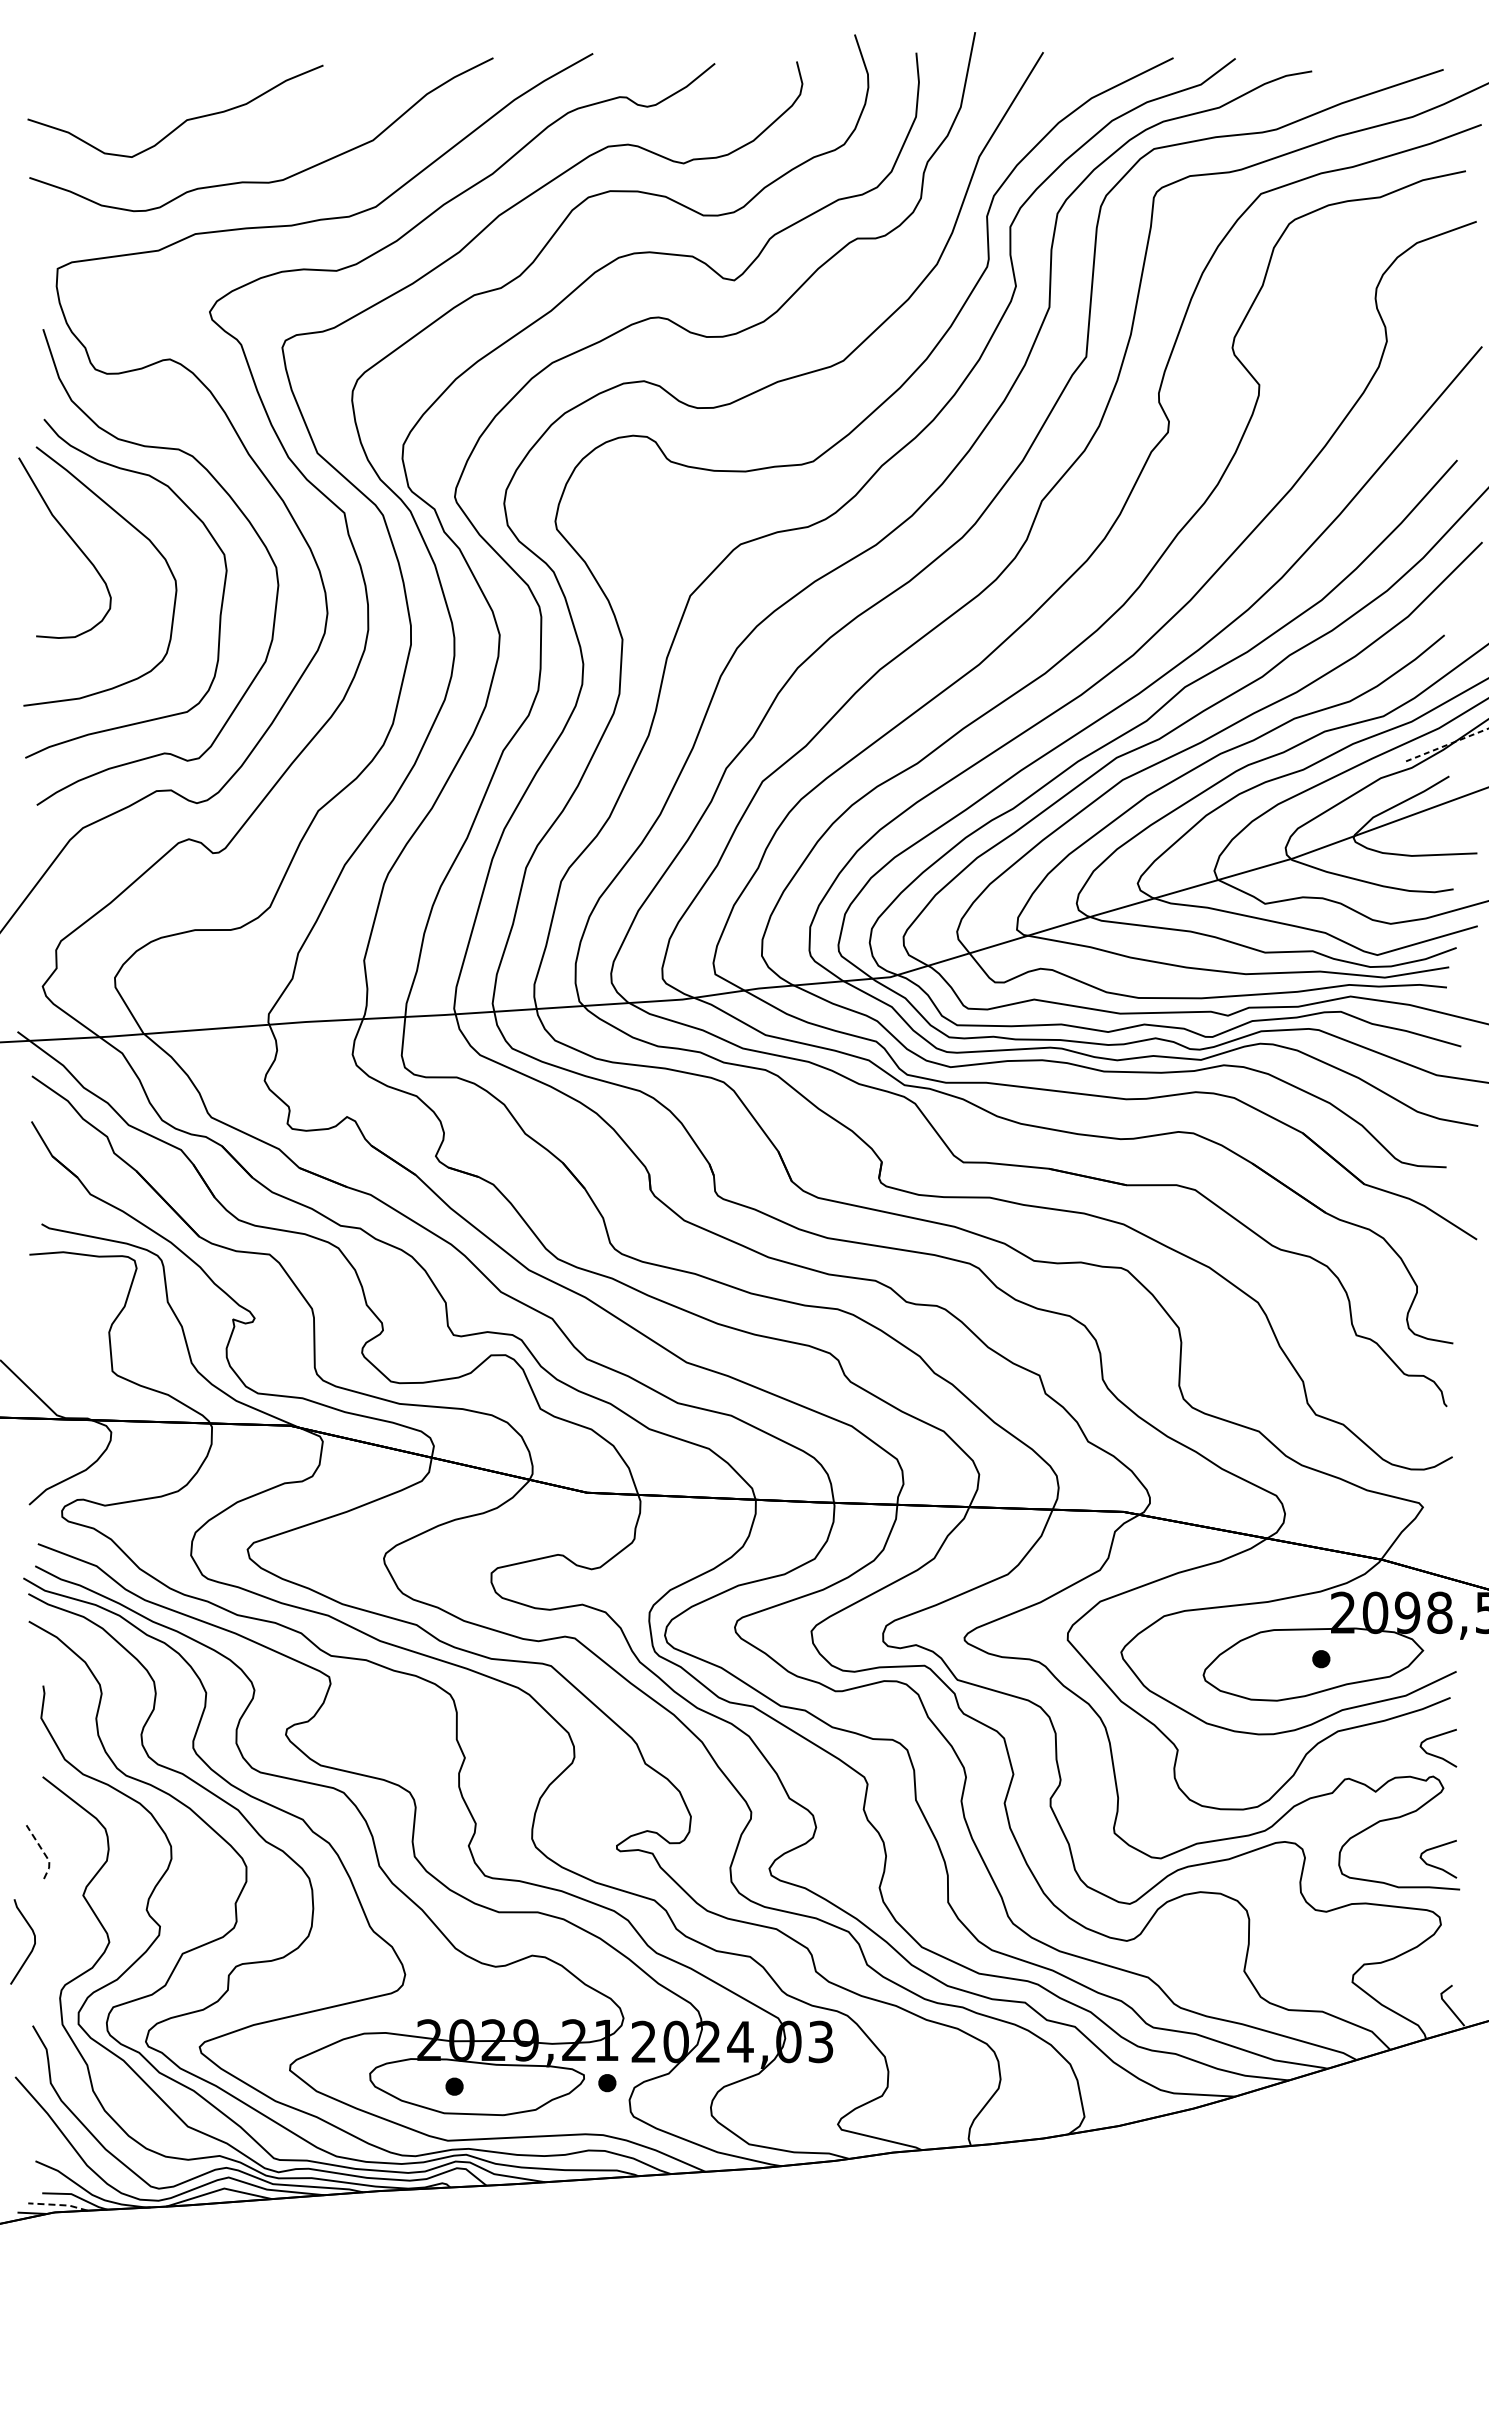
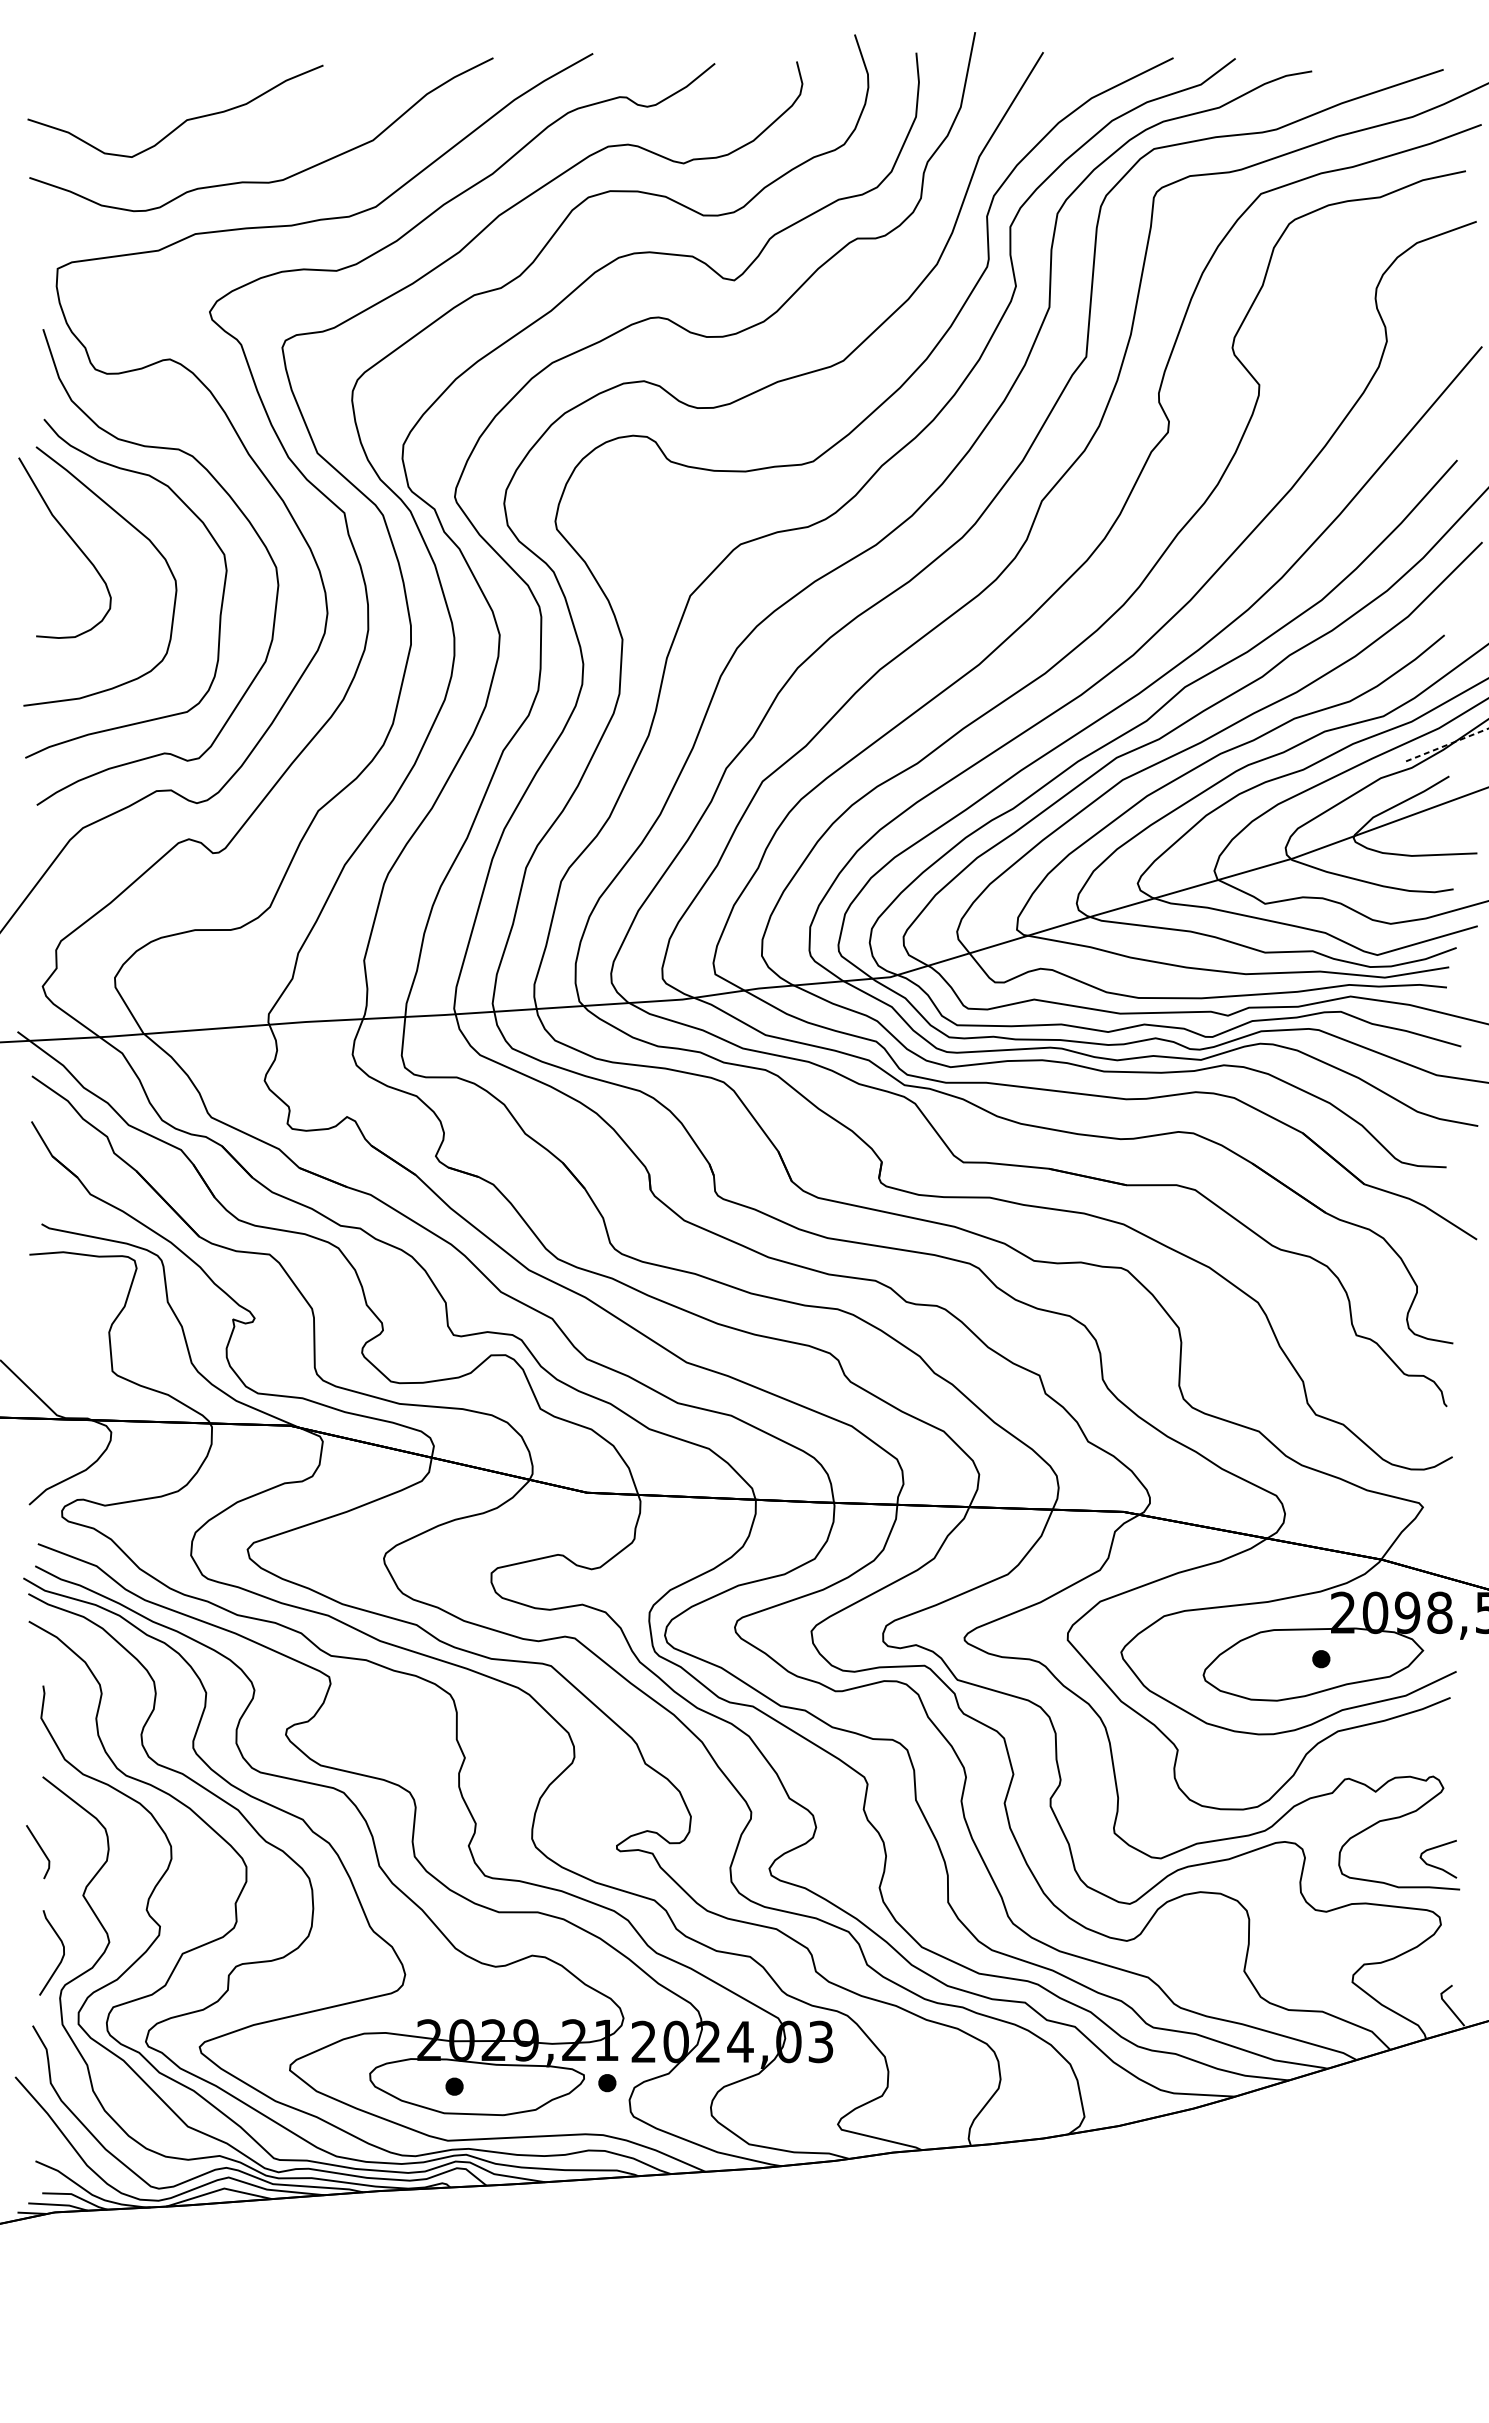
curve at (1434, 1754): present -> none
line at (43, 1852): dashed -> solid
curve at (32, 1946) position: (32, 1946) -> (61, 1957)
line at (58, 2205): dashed -> solid
